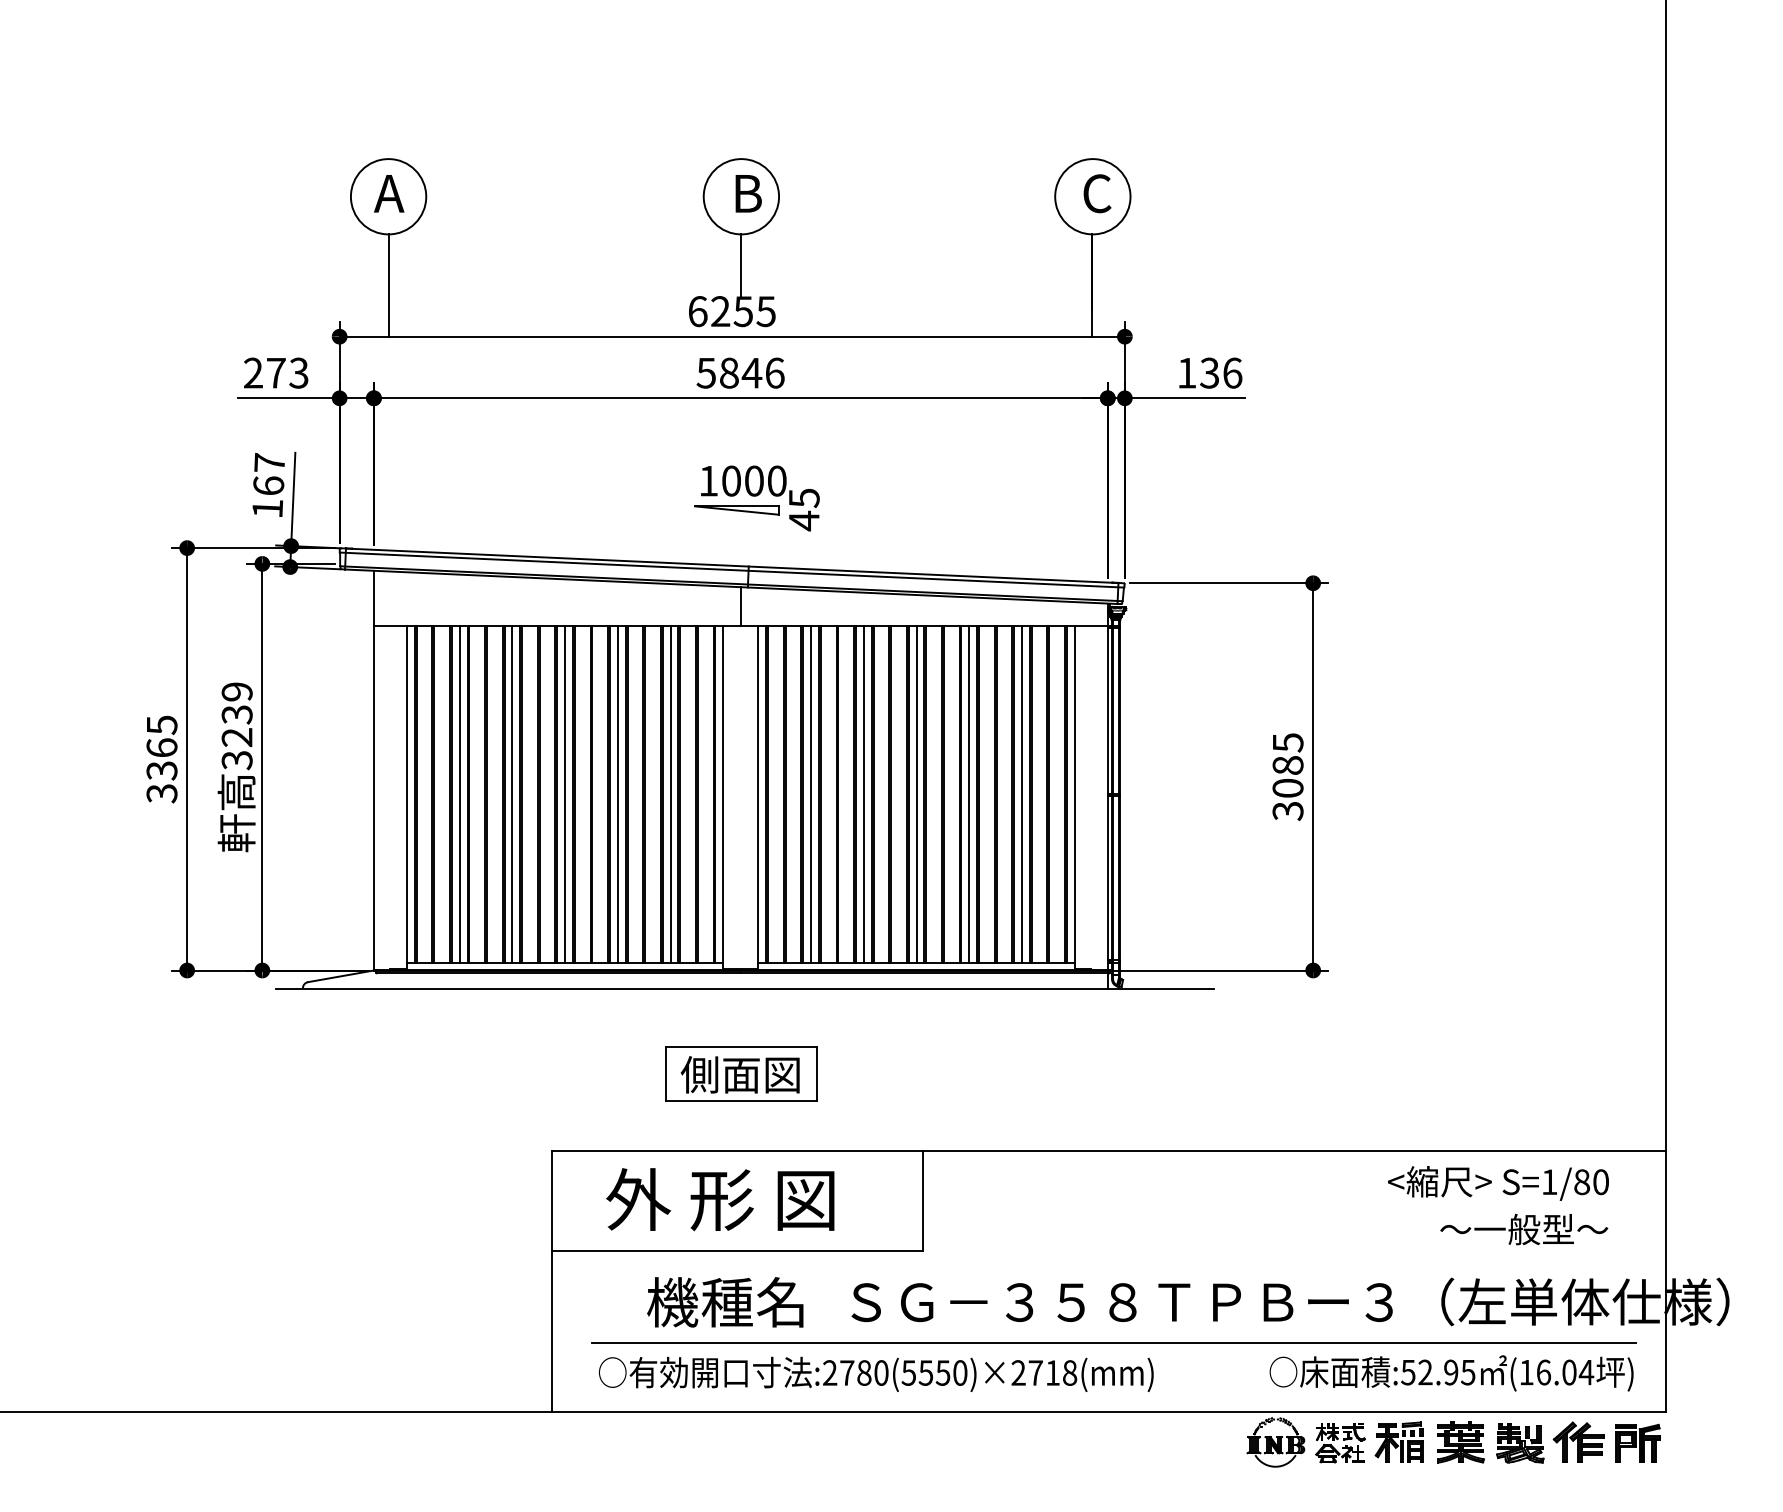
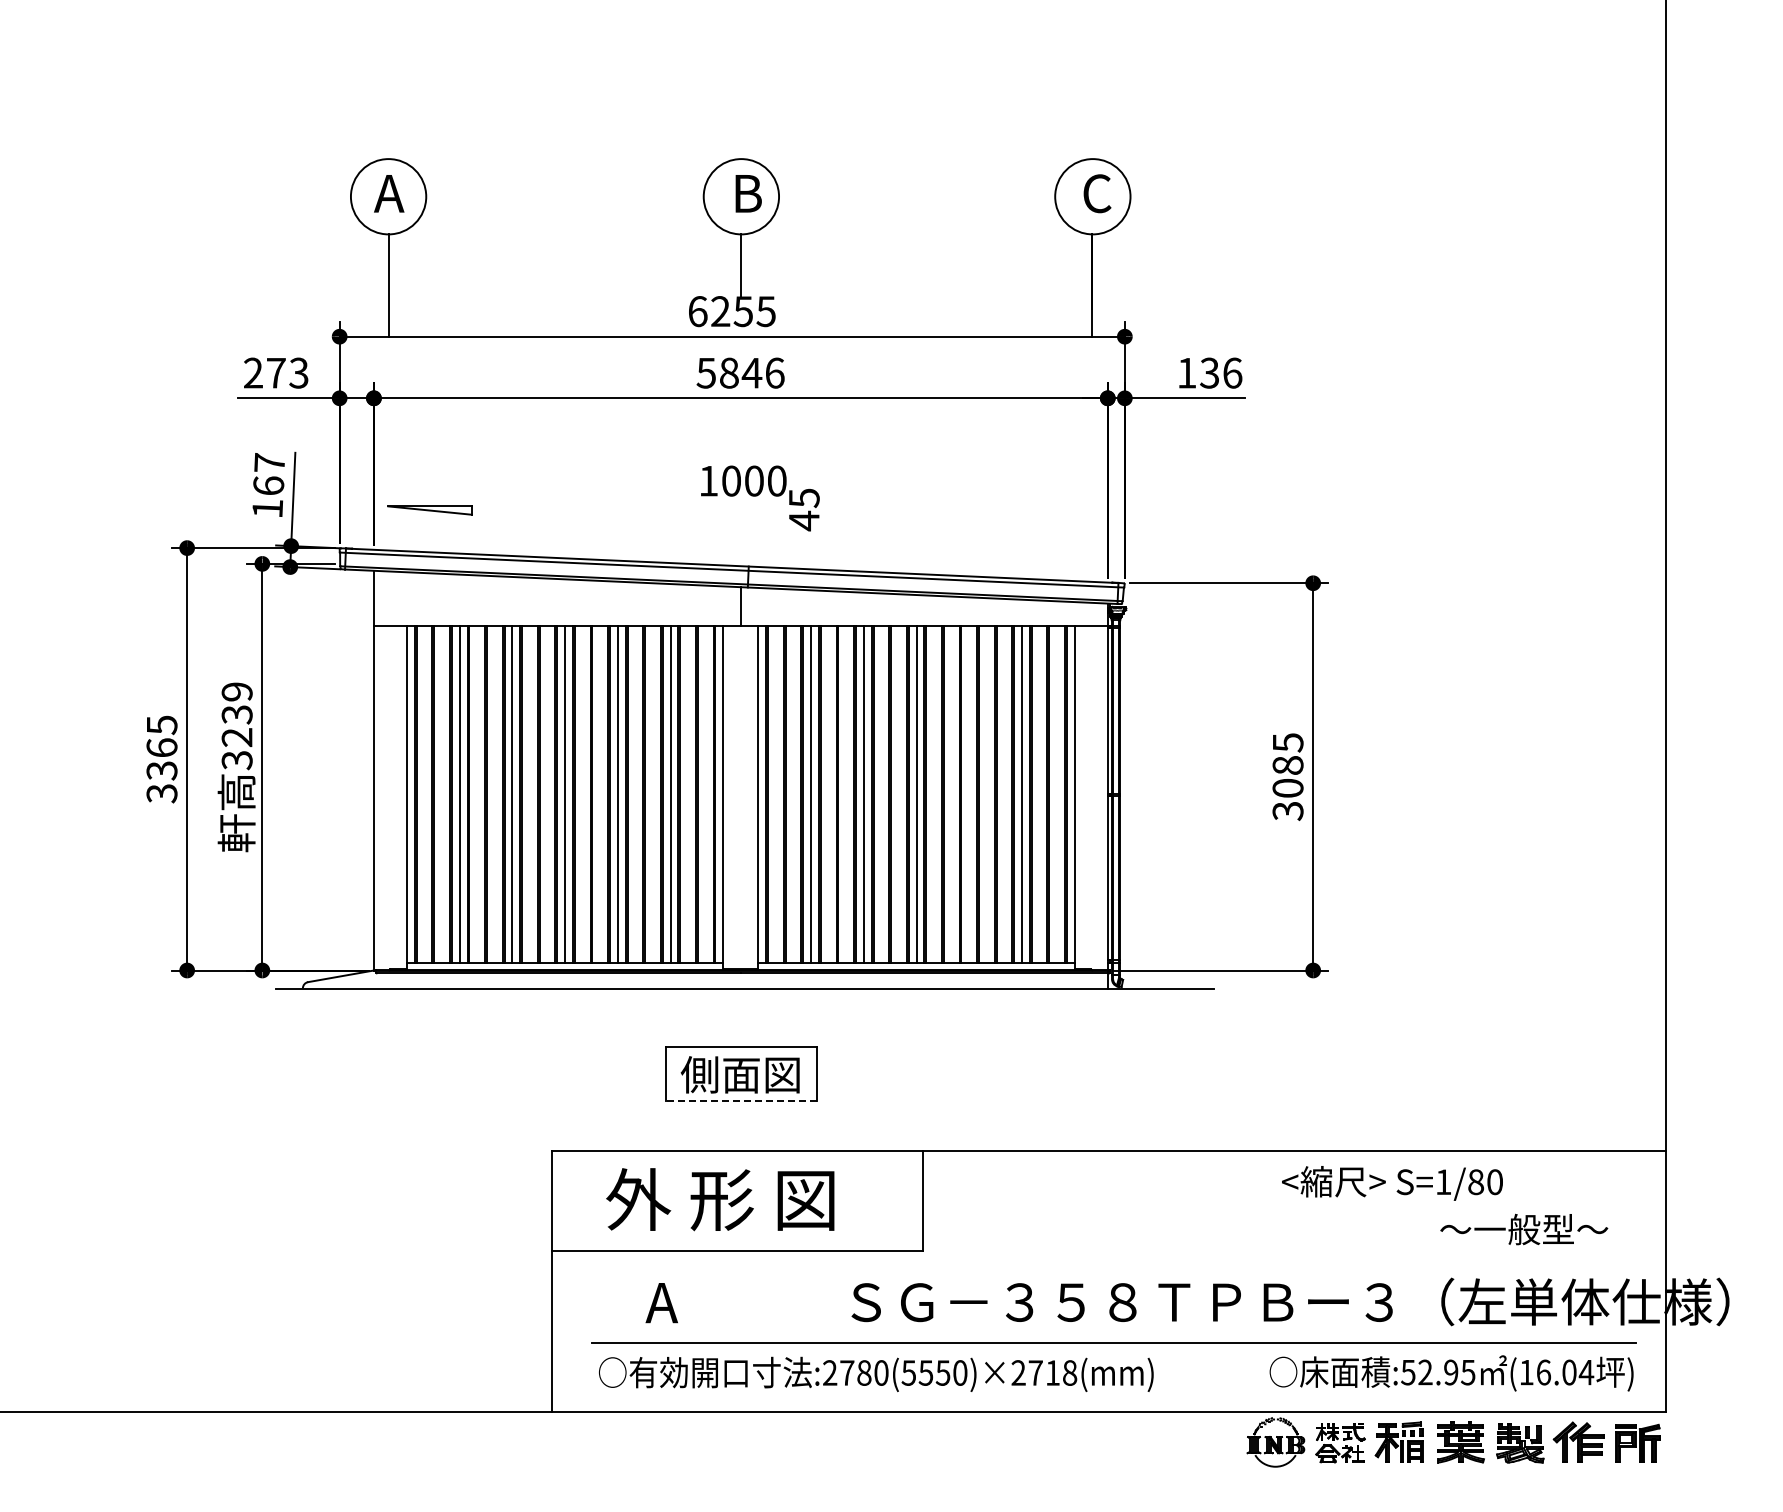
part at (736, 510) position: (736, 510) -> (429, 510)
line at (969, 793): present -> none
line at (741, 1101): solid -> dashed
text at (1498, 1183) position: (1498, 1183) -> (1392, 1183)
text at (724, 1302): 機種名 -> A
